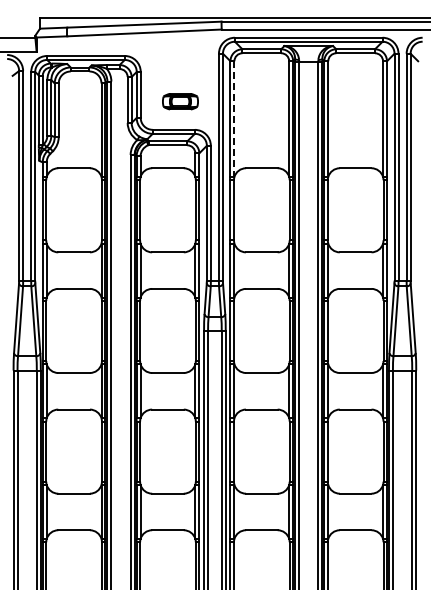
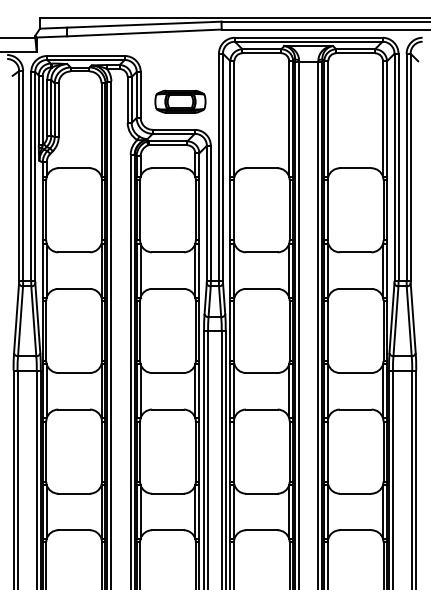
part at (180, 101) size: 37x18 px -> 53x25 px
line at (234, 119): dashed -> solid
